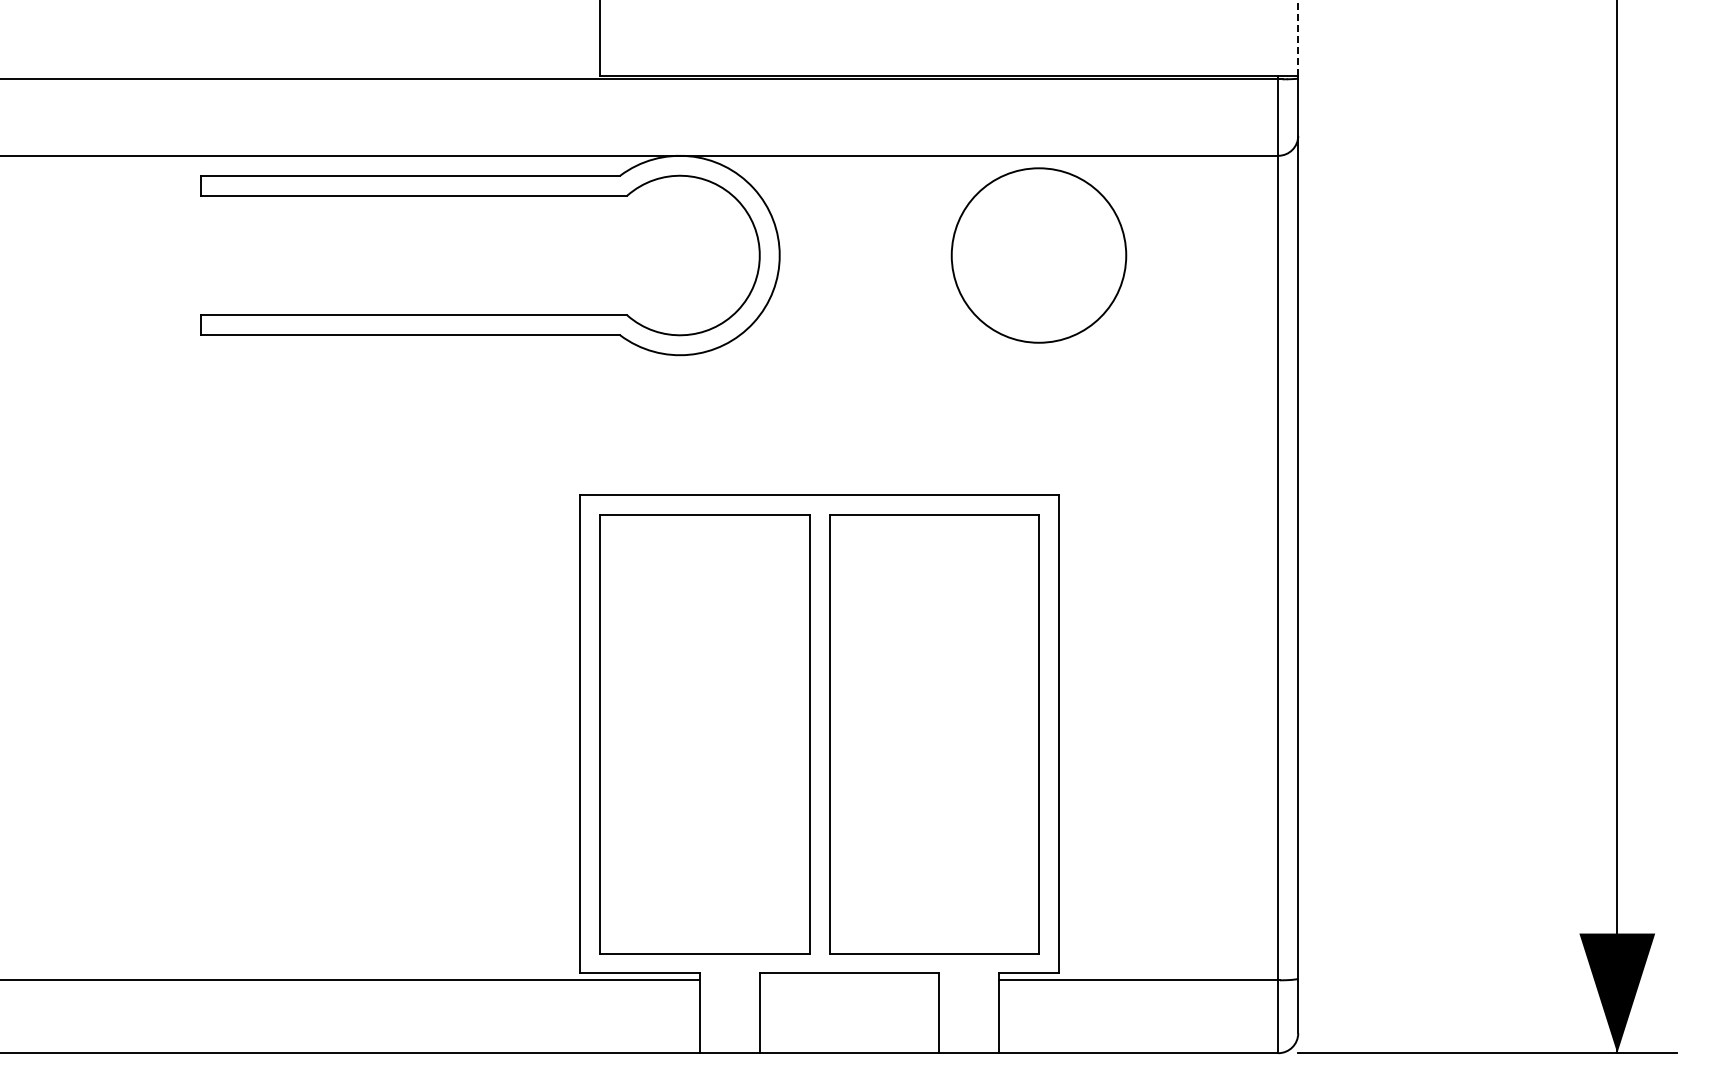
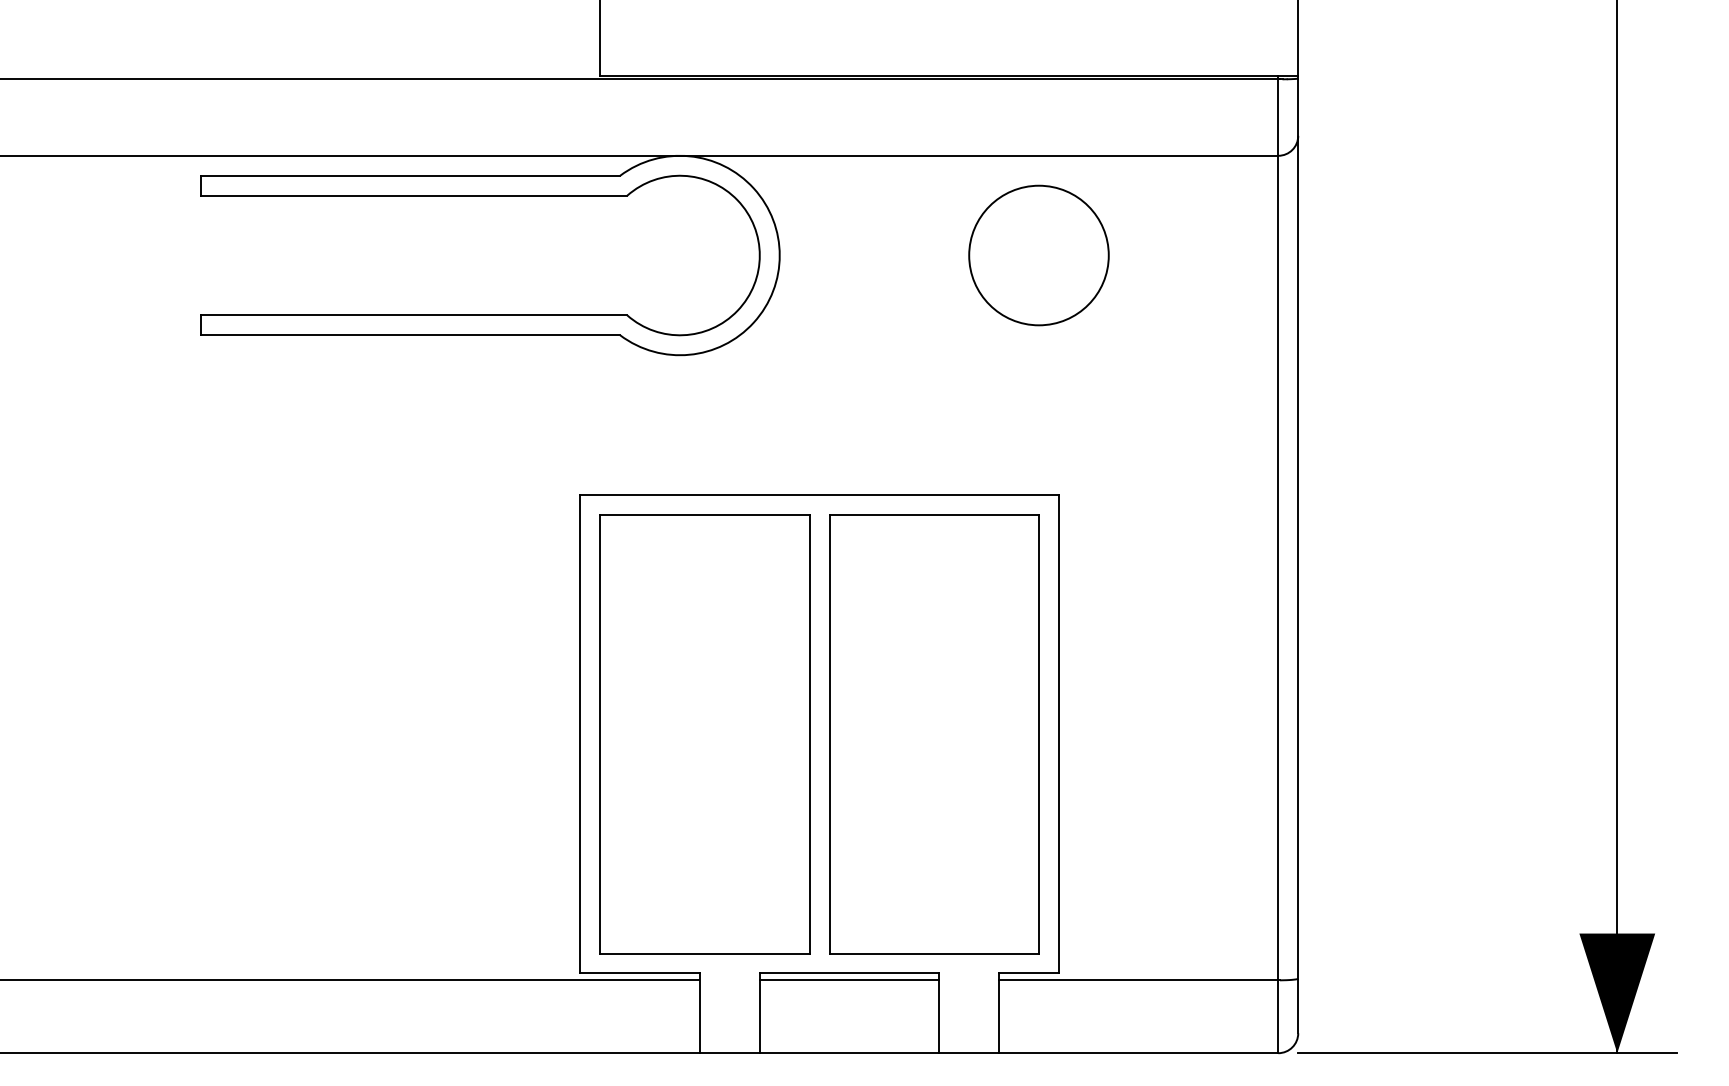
line at (1298, 38): dashed -> solid
circle at (1038, 255) size: 178x177 px -> 142x143 px
line at (849, 980): none -> present
